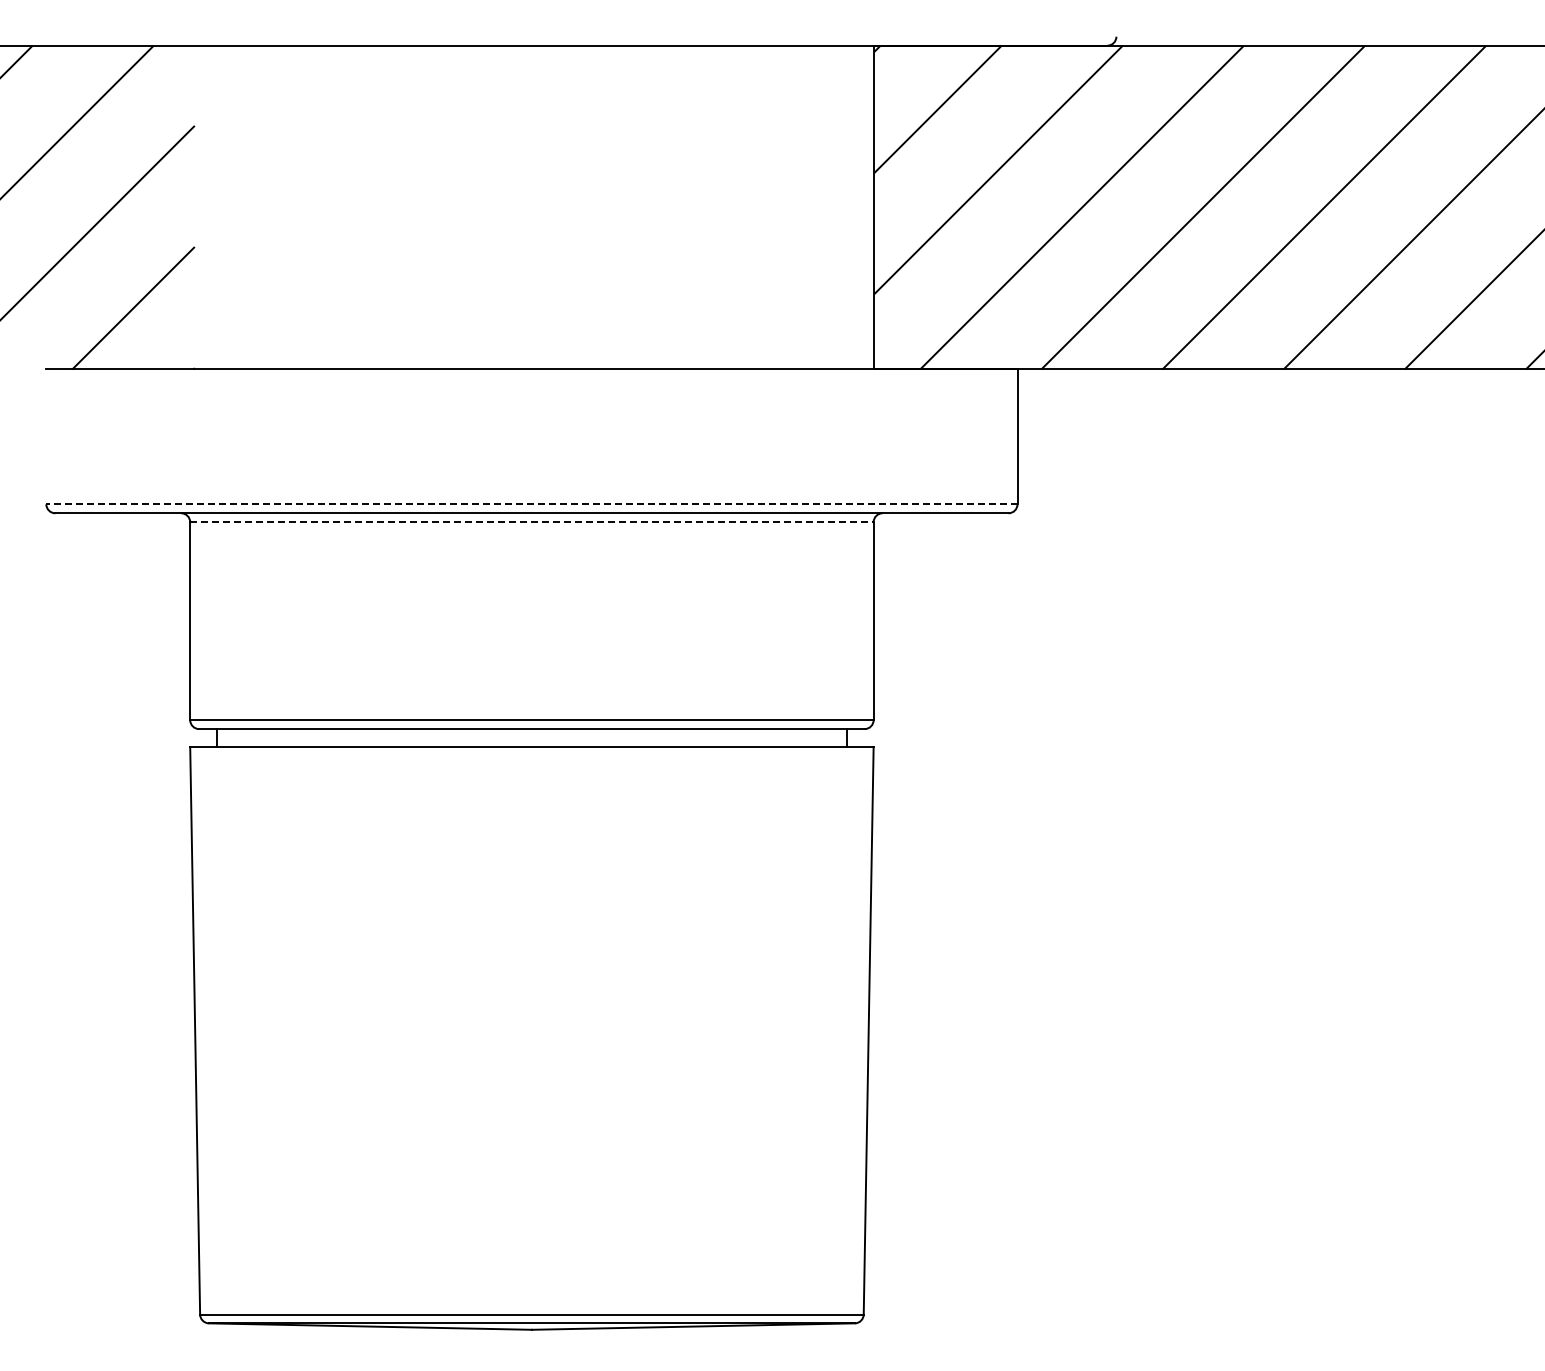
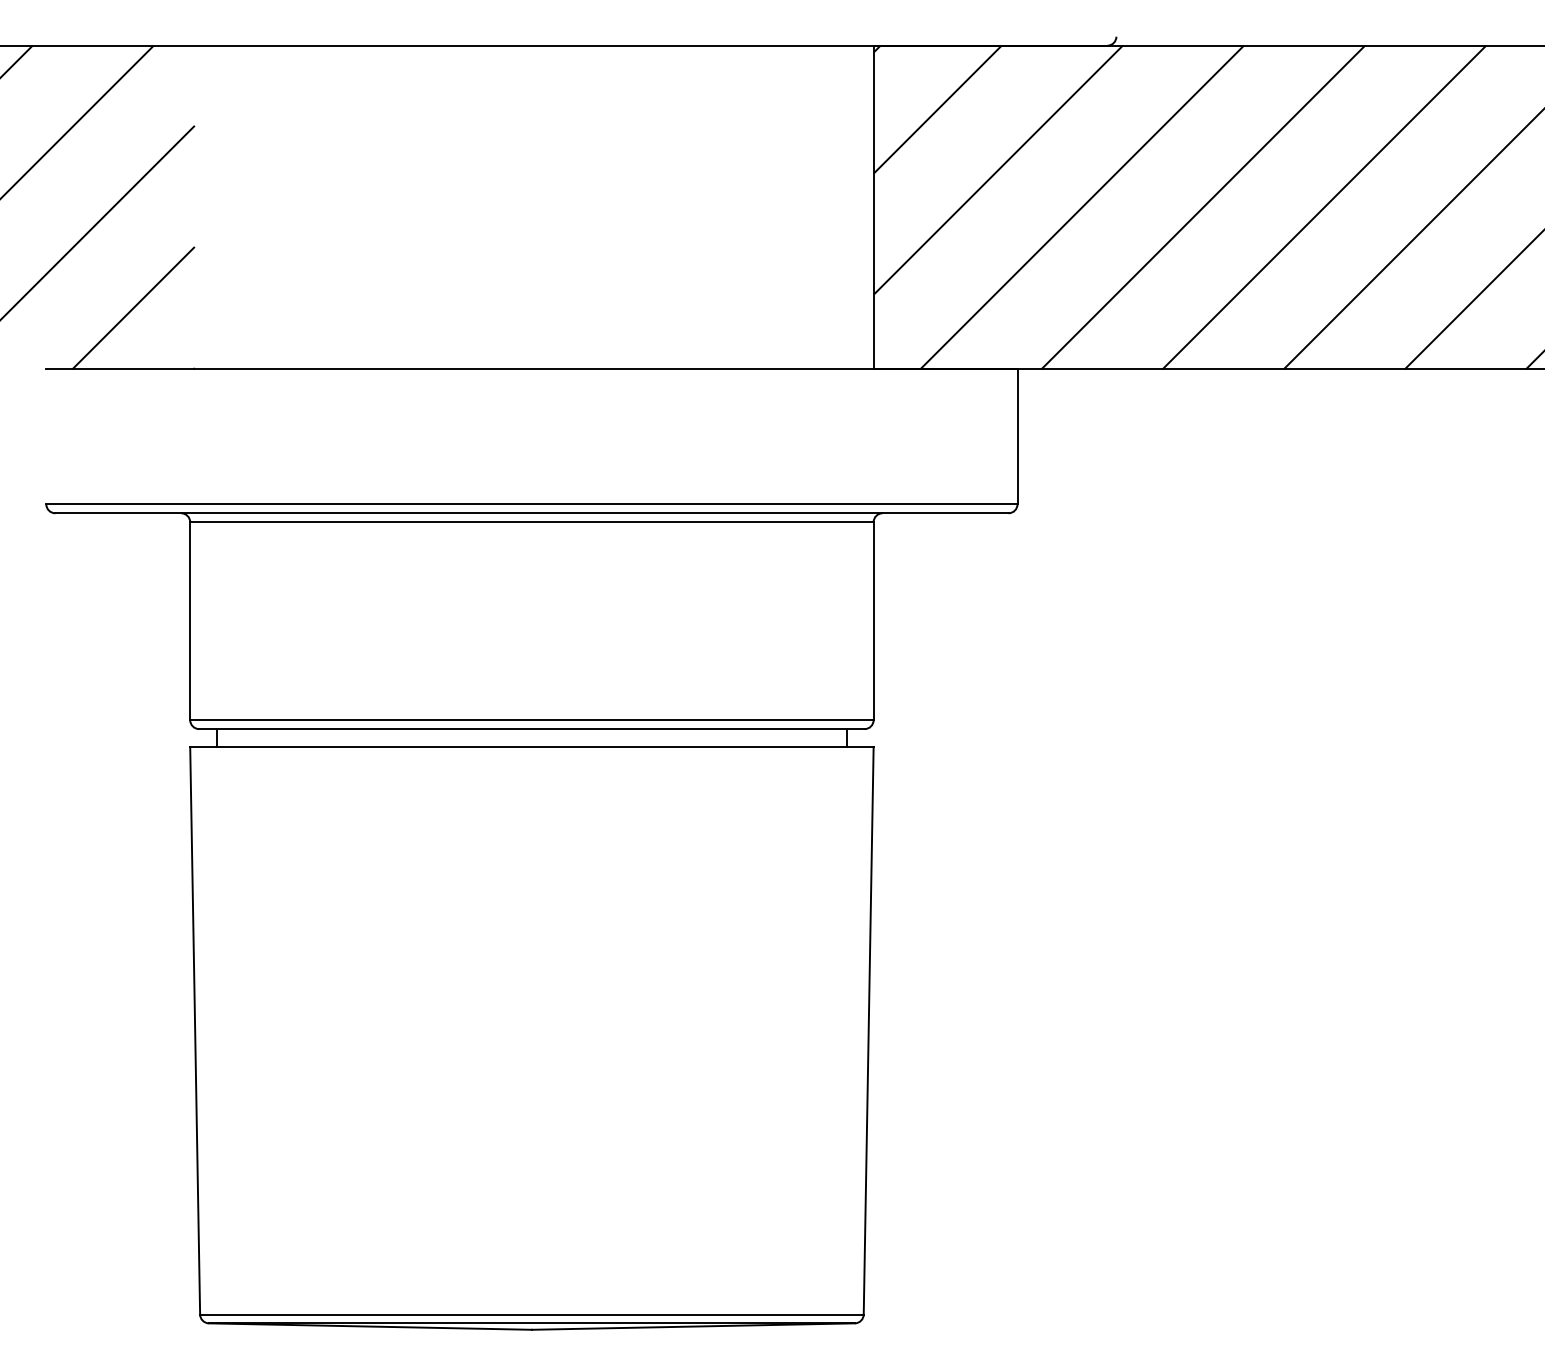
line at (531, 504): dashed -> solid
line at (531, 522): dashed -> solid
